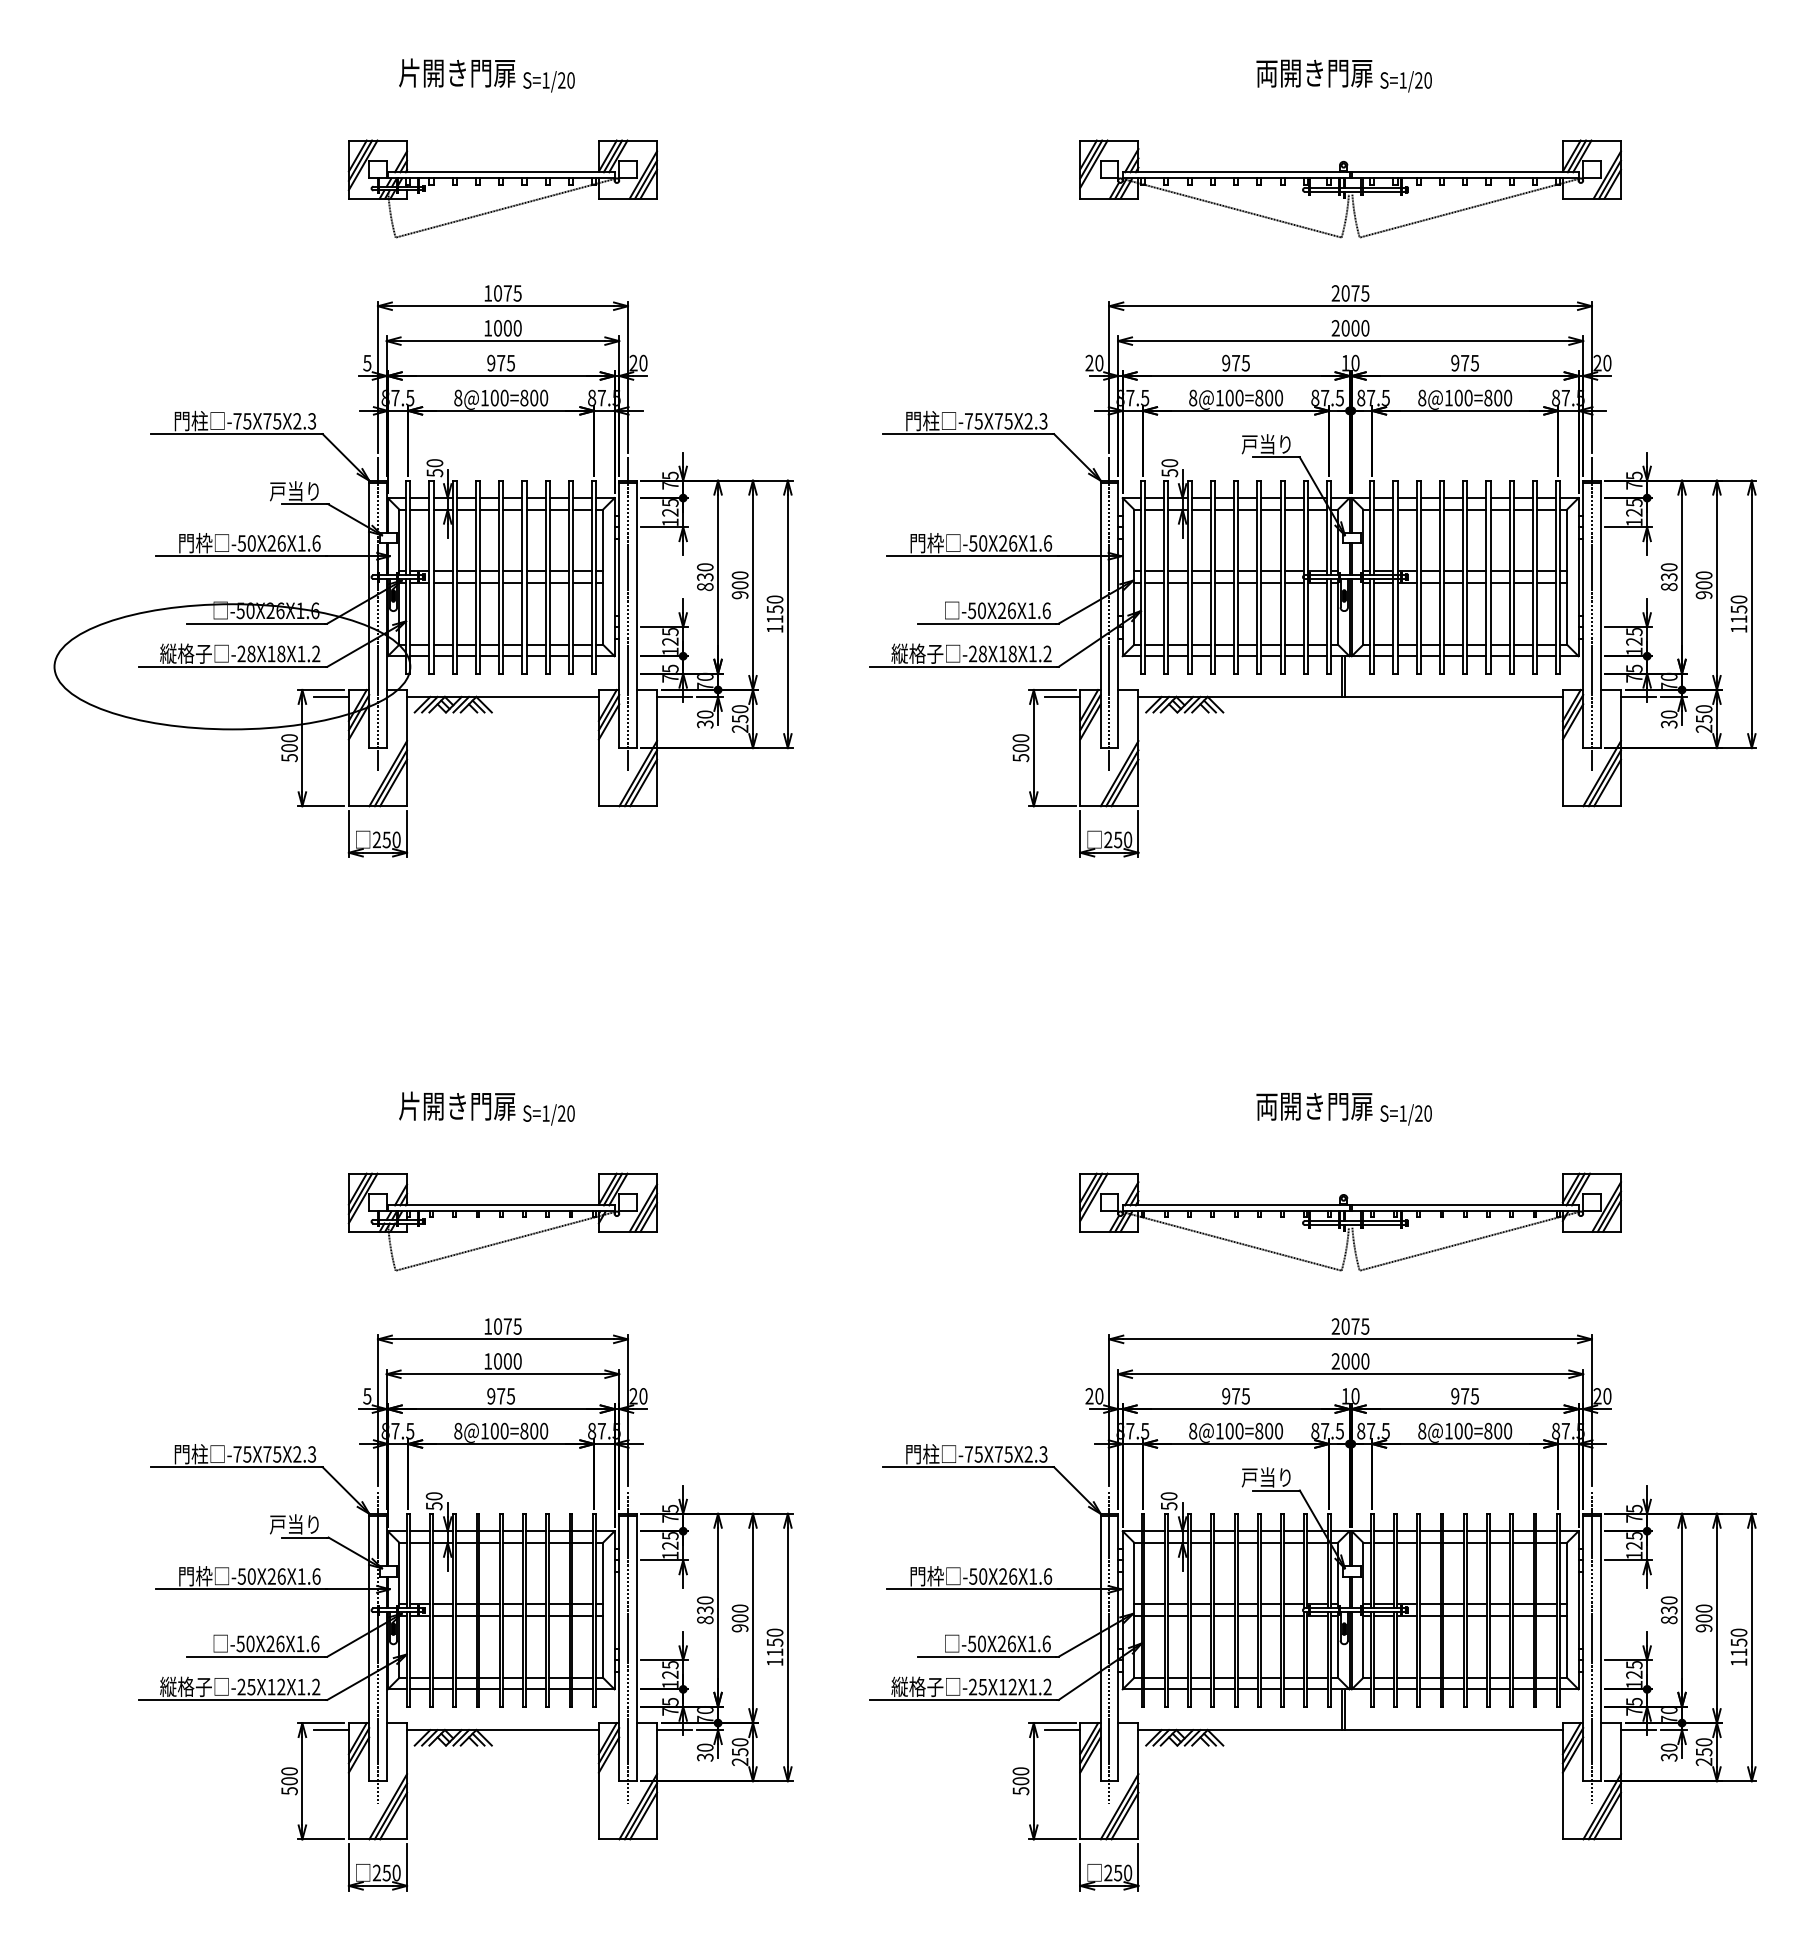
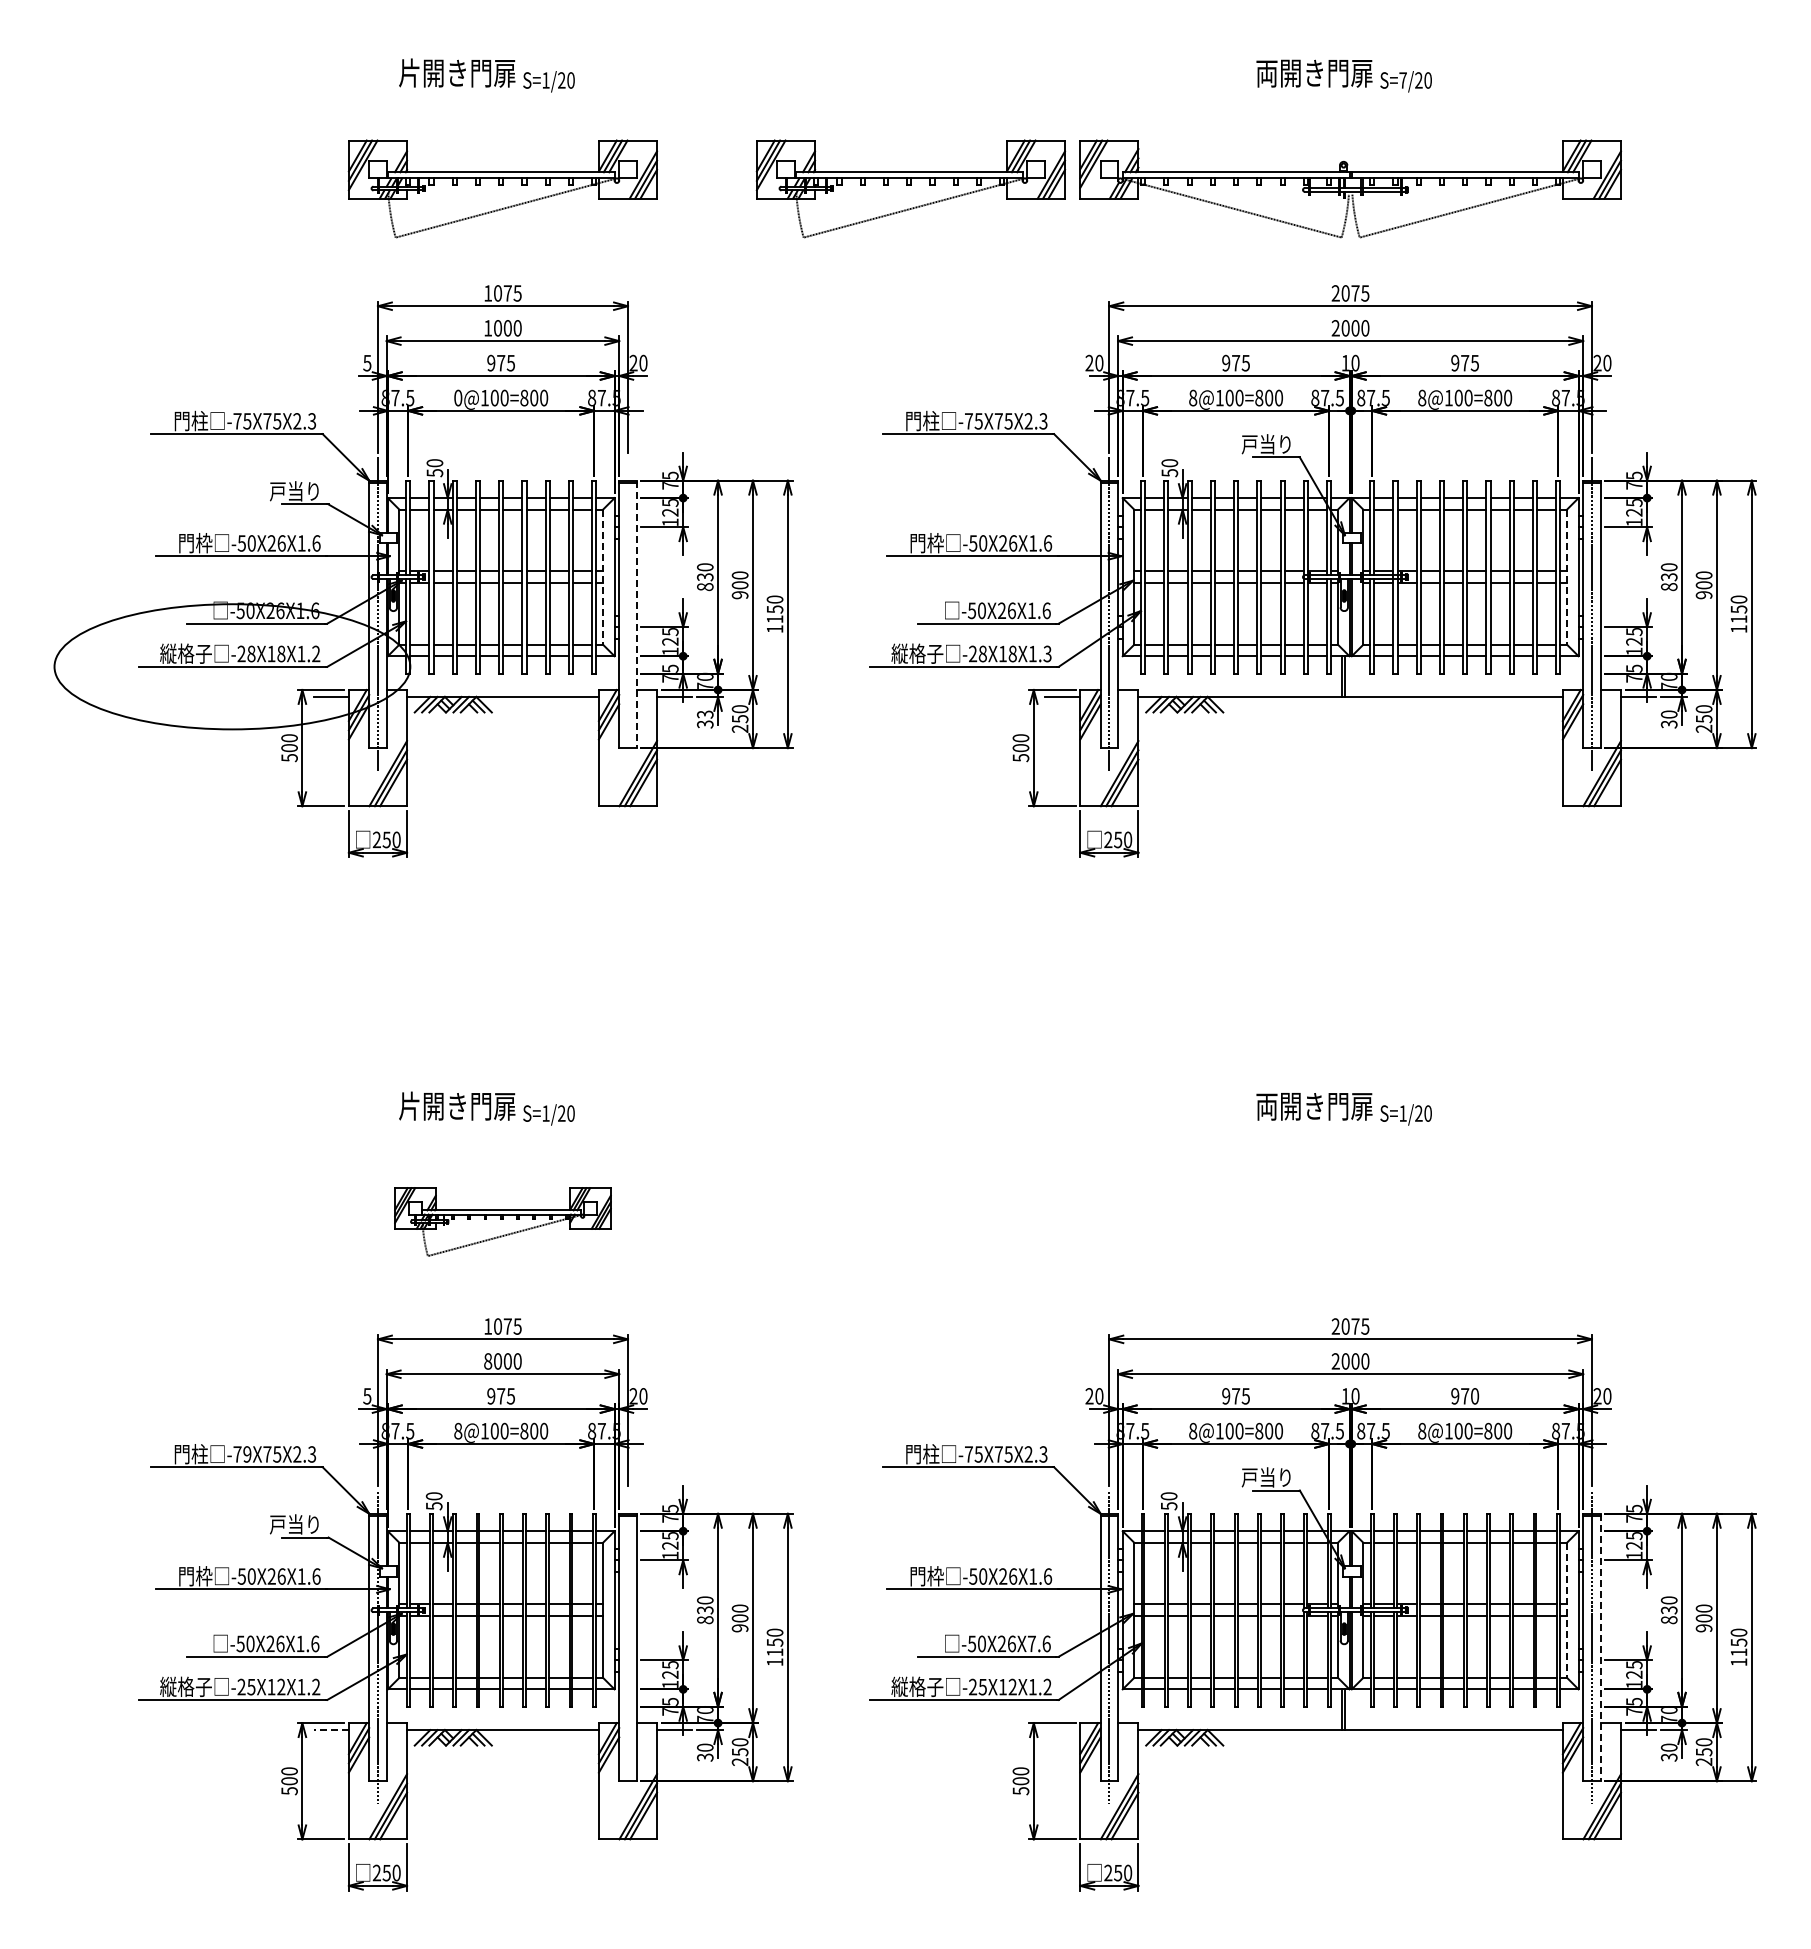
text at (1402, 80): S=1/20 -> S=7/20
part at (910, 188): none -> present
text at (458, 398): 8@100=800 -> 0@100=800
line at (602, 577): solid -> dashed
line at (1566, 577): solid -> dashed
line at (627, 614): present -> none
line at (636, 614): solid -> dashed
text at (1047, 654): -28X18X1.2 -> -28X18X1.3
text at (705, 714): 30 -> 33
part at (502, 1221) size: 312x100 px -> 218x70 px
part at (1350, 1221): present -> none
text at (488, 1361): 1000 -> 8000
text at (1474, 1396): 975 -> 970
text at (247, 1454): -75X75X2.3 -> -79X75X2.3
line at (1566, 1610): solid -> dashed
text at (1031, 1643): -50X26X1.6 -> -50X26X7.6
line at (627, 1647): present -> none
line at (1600, 1647): solid -> dashed
line at (330, 1730): solid -> dashed
line at (1062, 1730): present -> none
